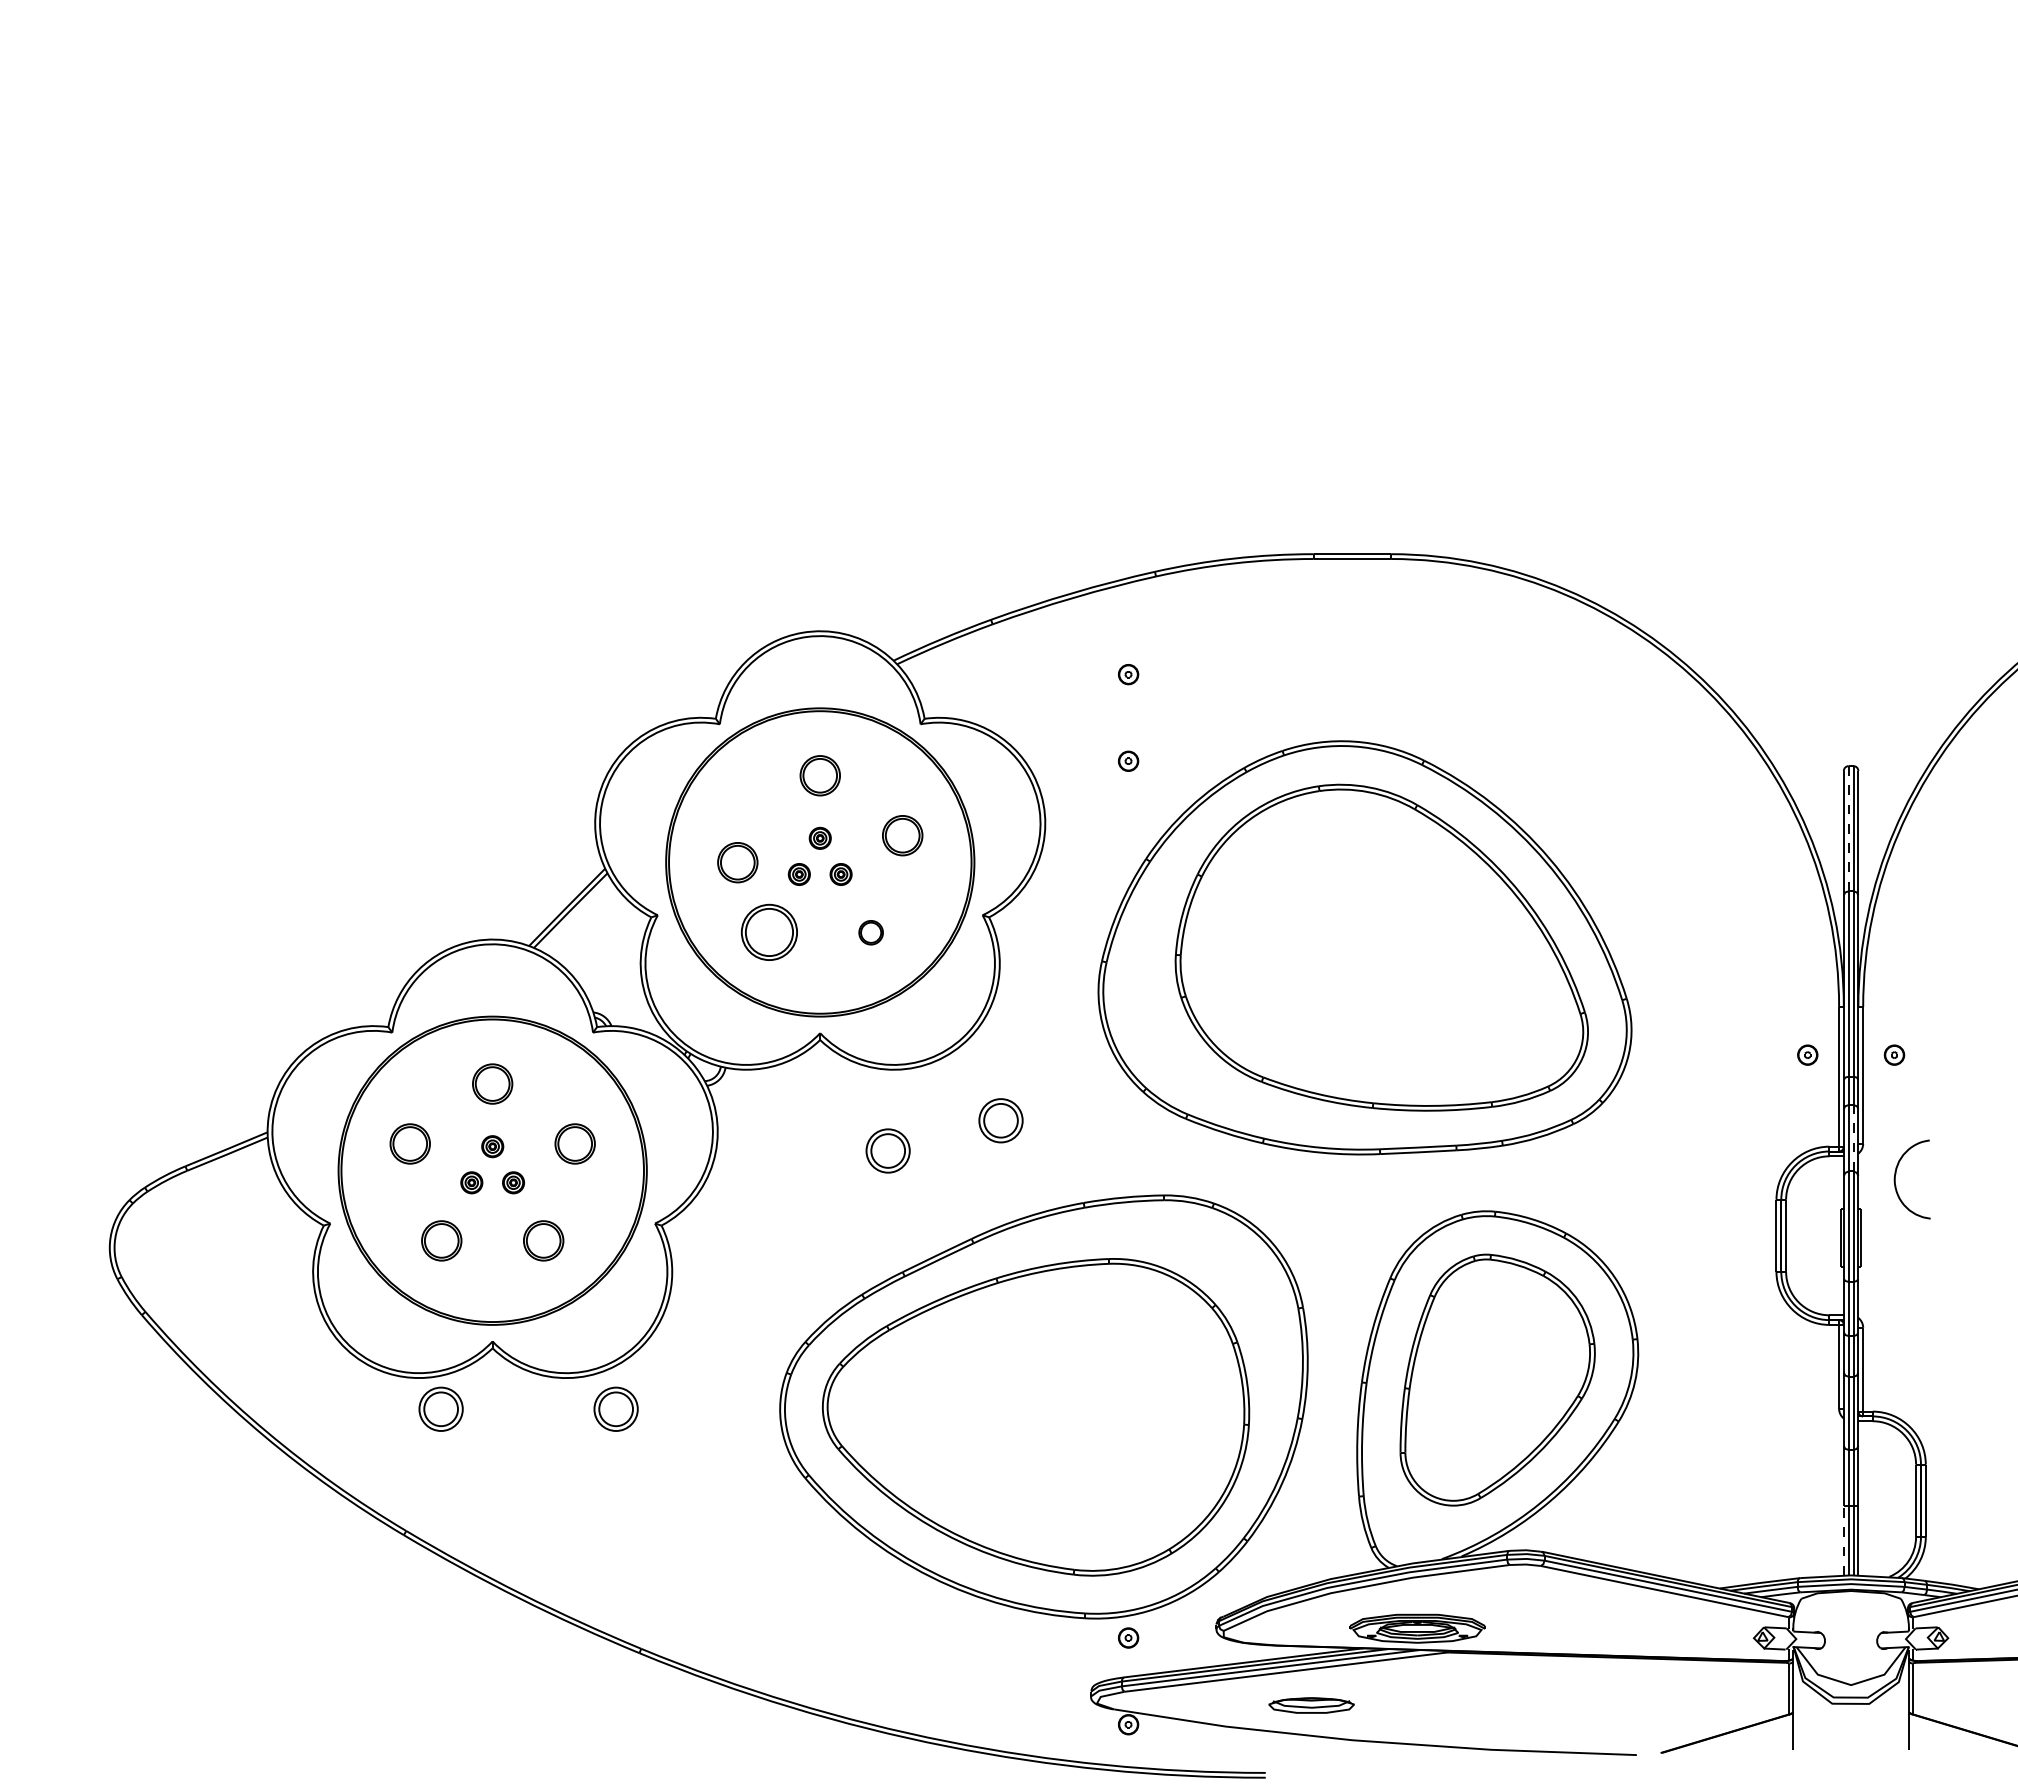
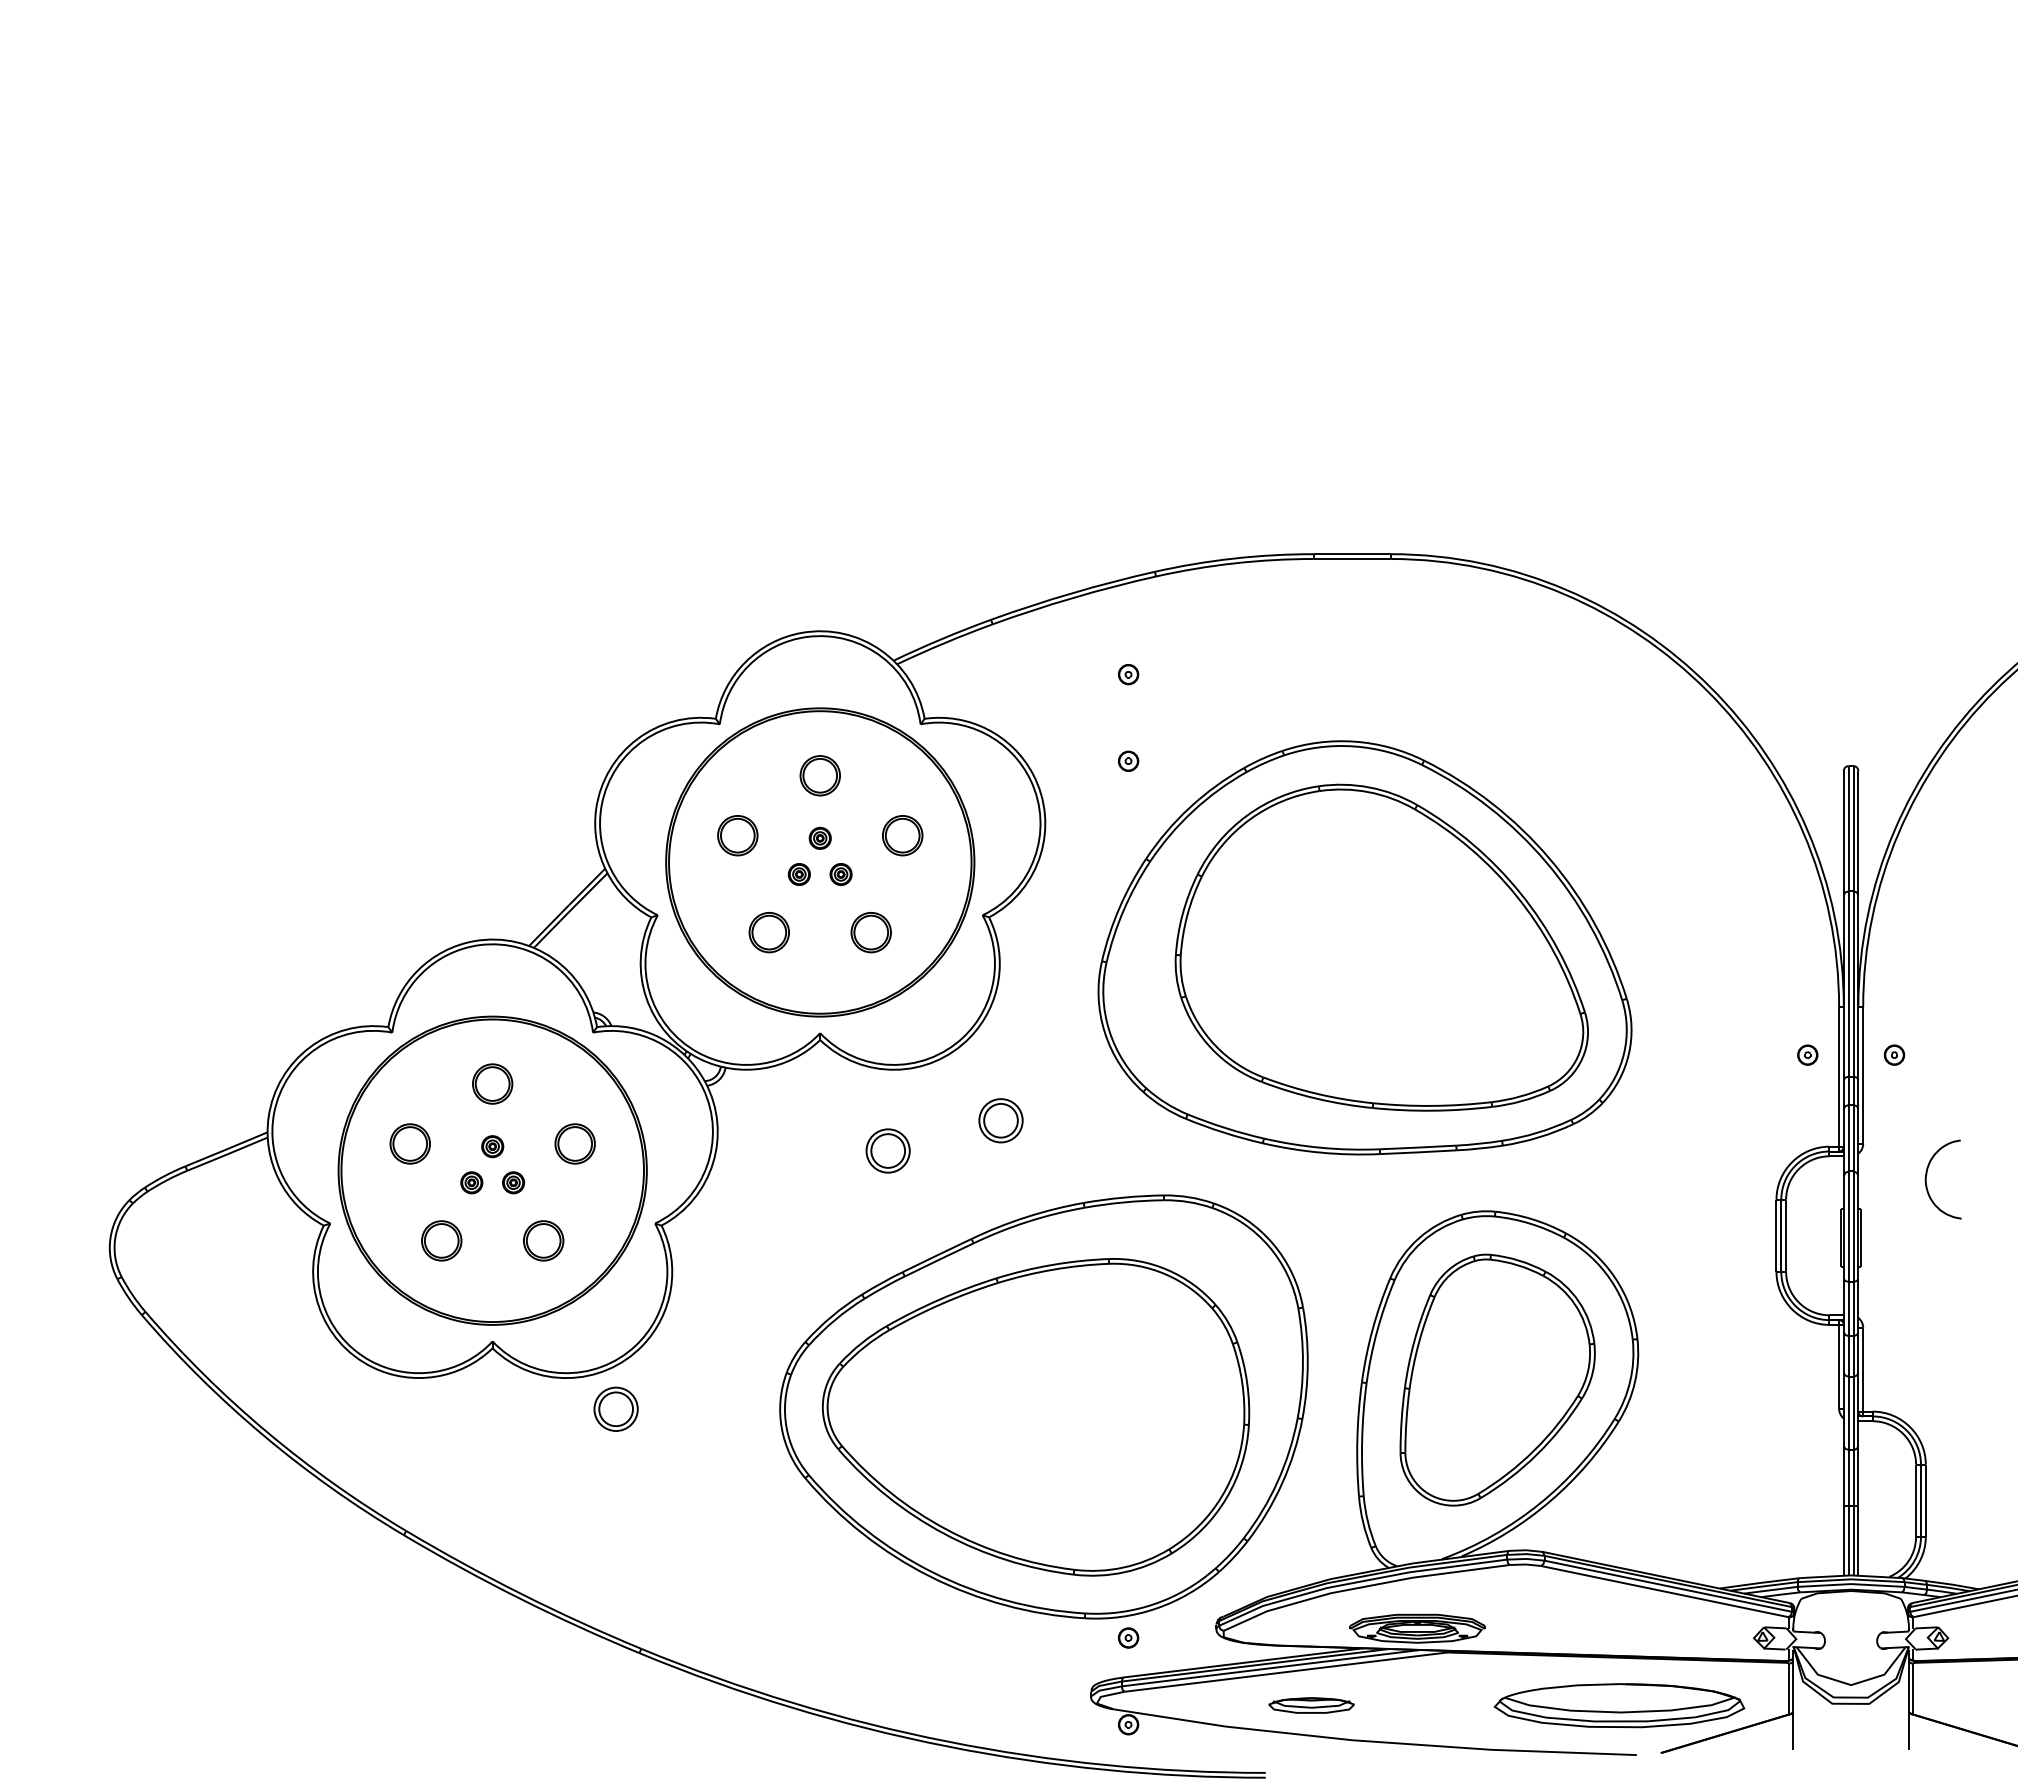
line at (1848, 827): dashed -> solid
part at (737, 862) position: (737, 862) -> (737, 835)
part at (768, 931) size: 58x58 px -> 42x42 px
part at (870, 932) size: 26x26 px -> 42x42 px
line at (1853, 1139): dashed -> solid
curve at (1896, 1174) position: (1896, 1174) -> (1927, 1174)
part at (440, 1408): present -> none
line at (1843, 1540): dashed -> solid
part at (1619, 1705): none -> present
